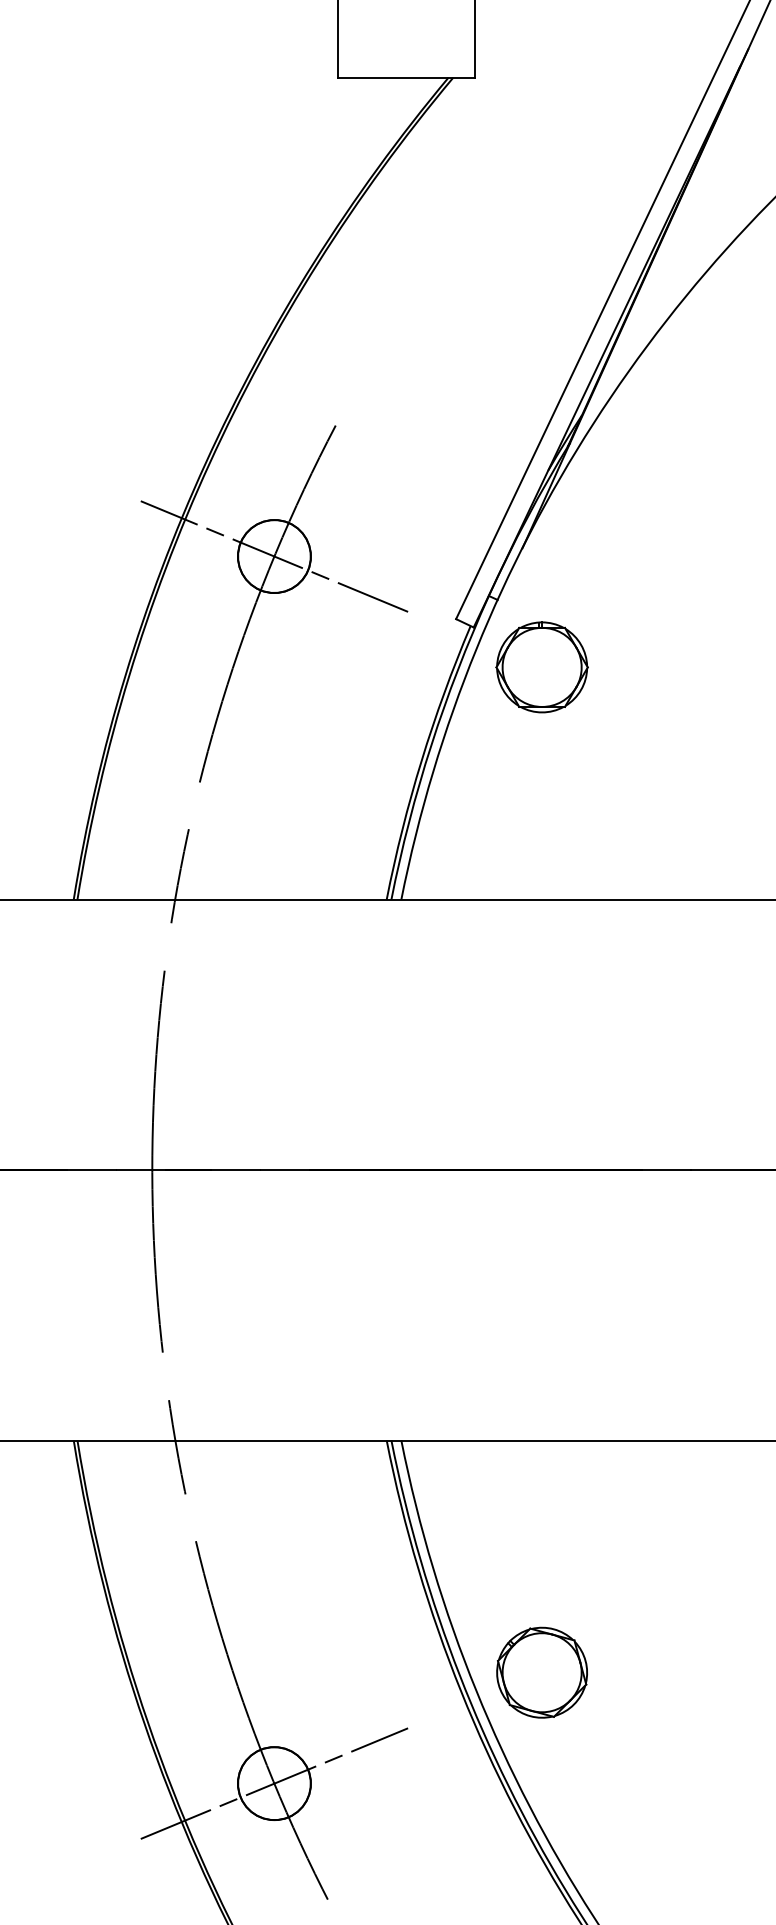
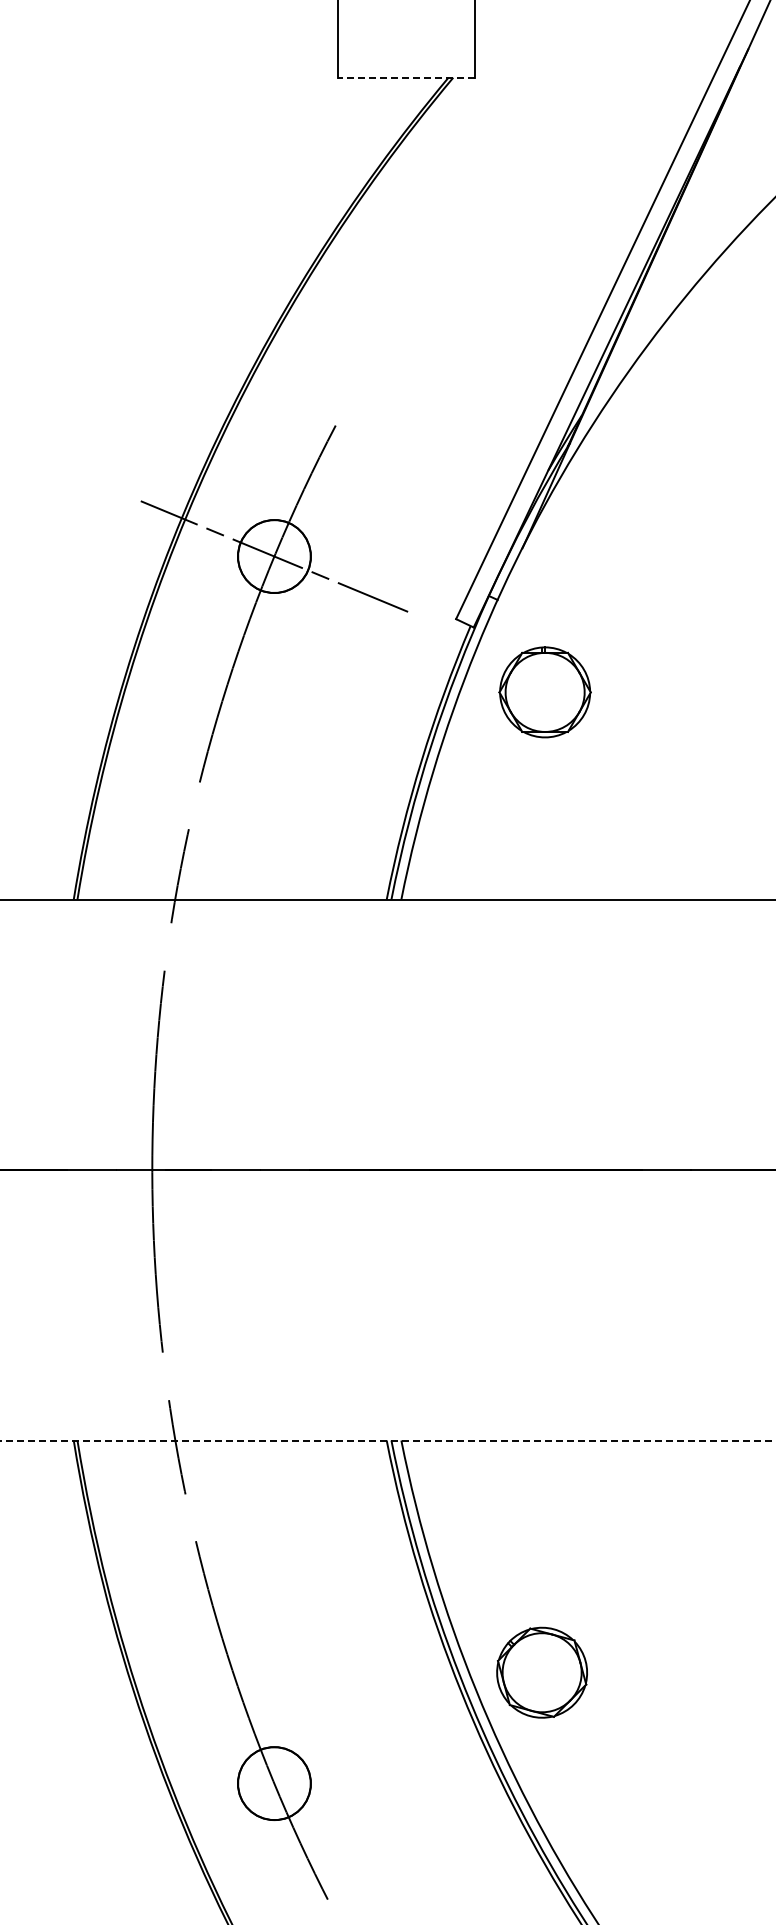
line at (406, 77): solid -> dashed
part at (541, 667) position: (541, 667) -> (544, 692)
line at (387, 1440): solid -> dashed
line at (274, 1783): present -> none
